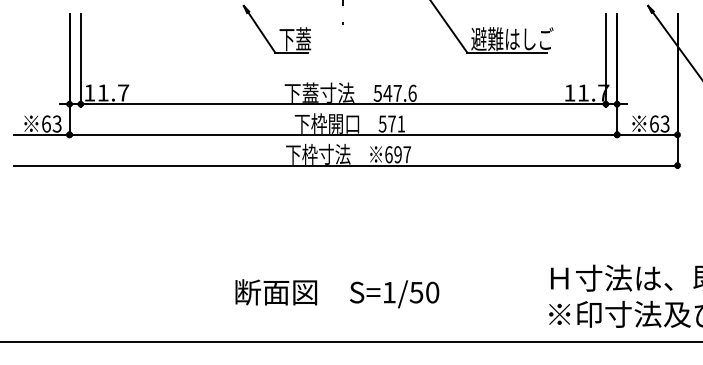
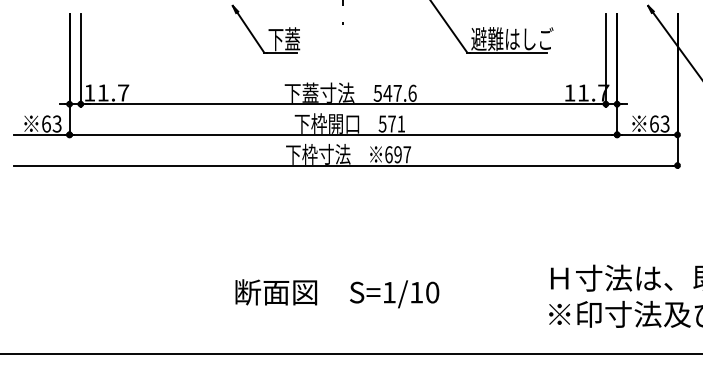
part at (276, 28) position: (276, 28) -> (265, 28)
text at (416, 292): S=1/50 -> S=1/10
line at (350, 342) position: (350, 342) -> (350, 354)
